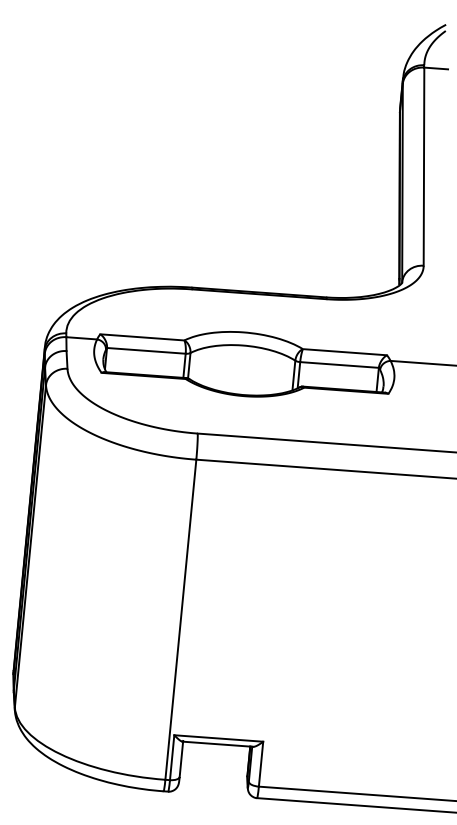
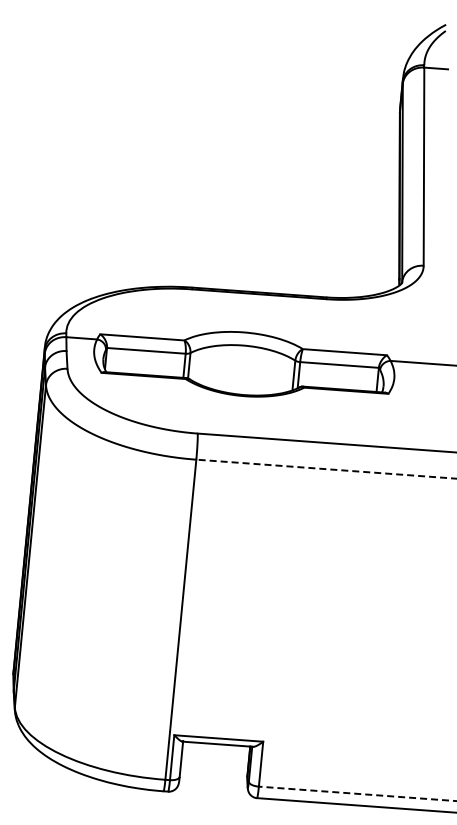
line at (325, 469): solid -> dashed
line at (357, 793): solid -> dashed
